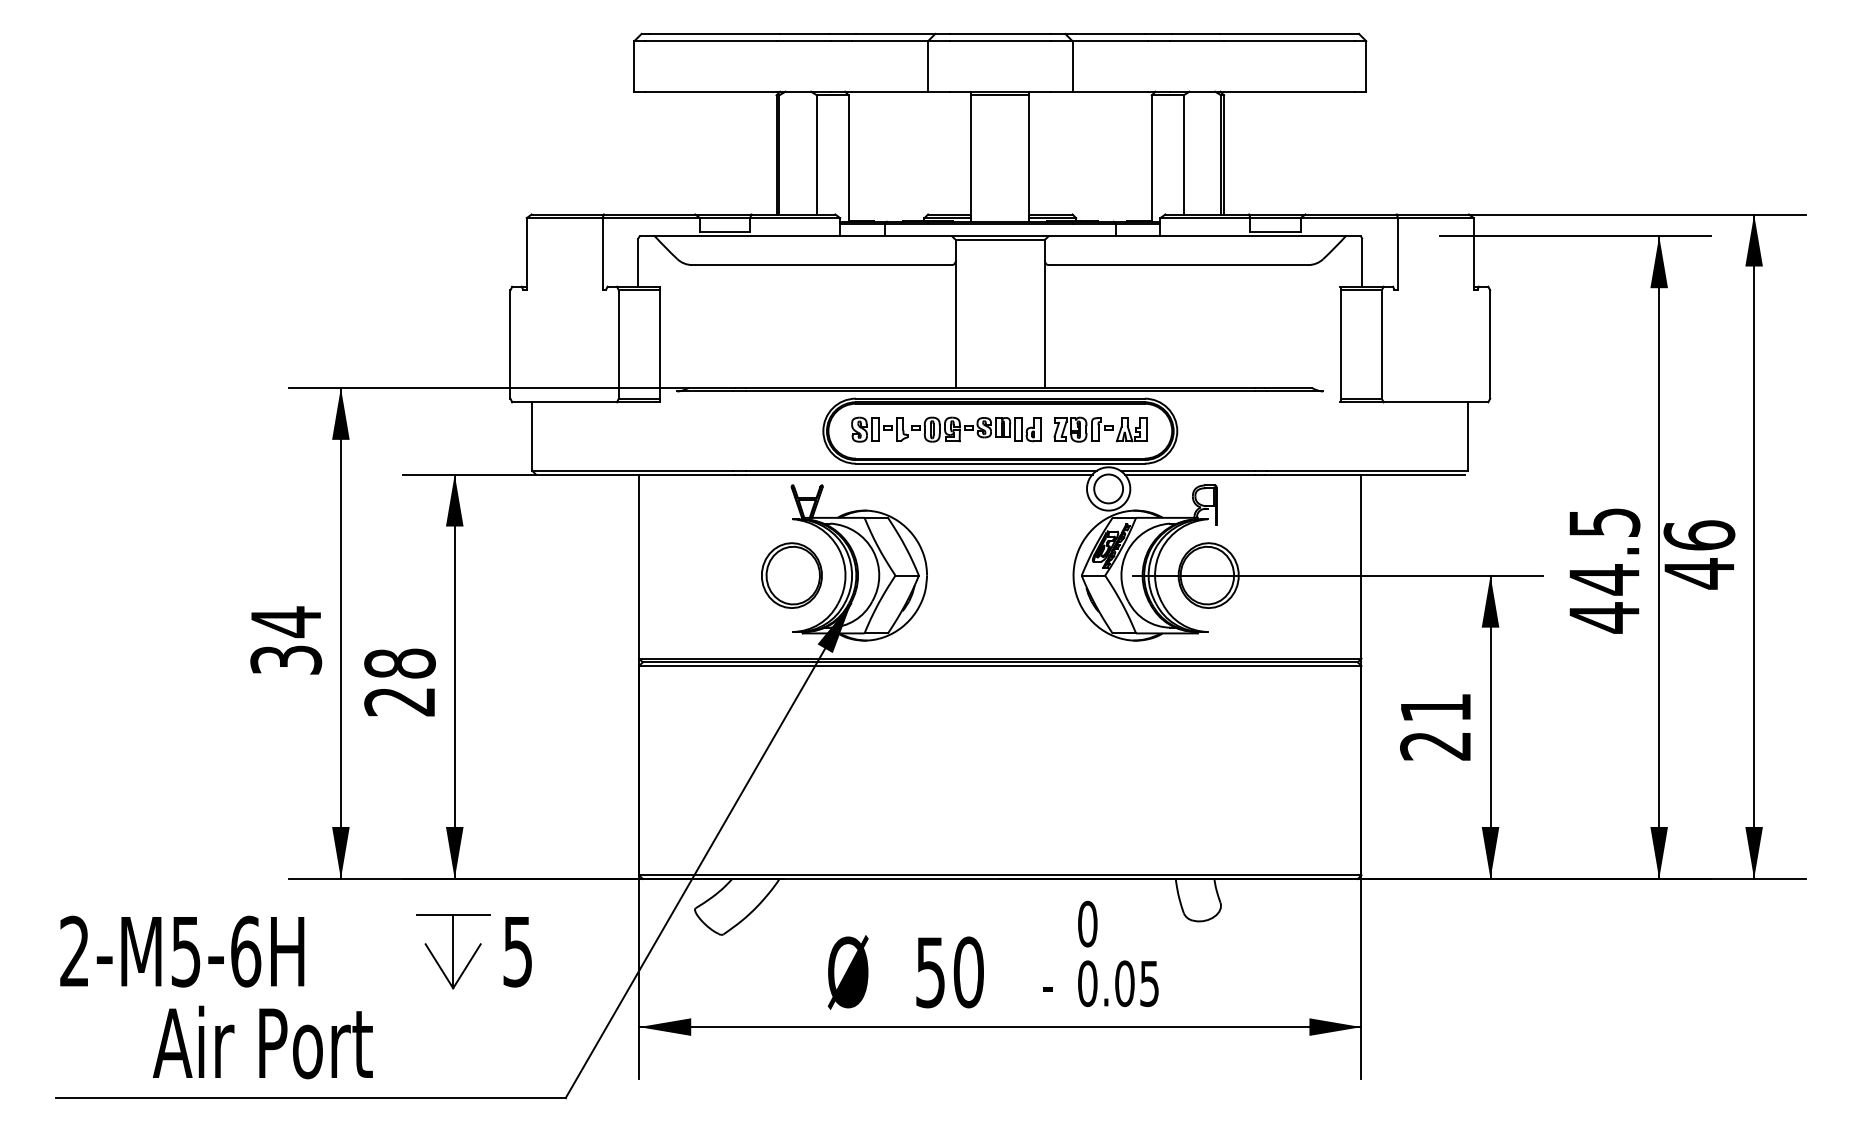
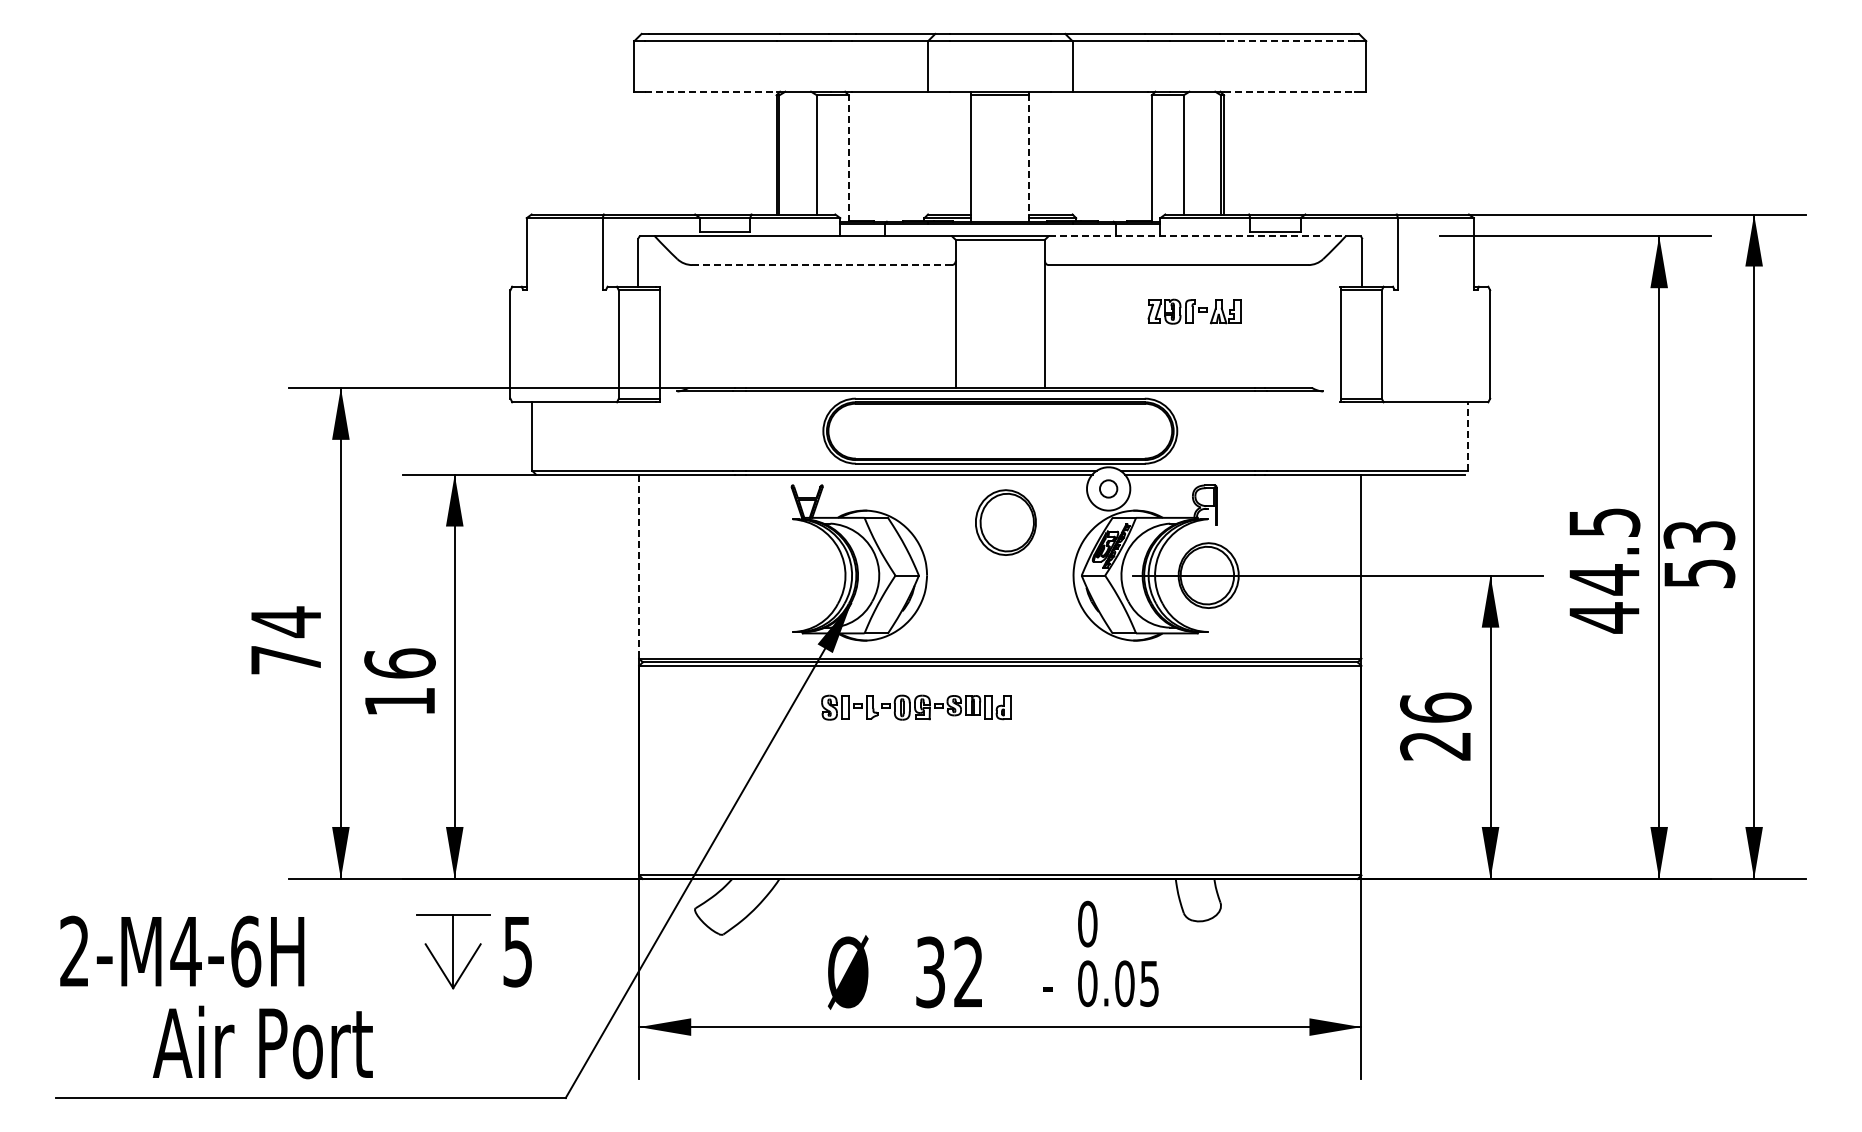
line at (1289, 41): solid -> dashed
line at (710, 91): solid -> dashed
line at (1289, 91): solid -> dashed
line at (848, 158): solid -> dashed
line at (1029, 158): solid -> dashed
line at (1197, 236): solid -> dashed
line at (822, 265): solid -> dashed
part at (946, 429) position: (946, 429) -> (916, 707)
part at (1100, 429) position: (1100, 429) -> (1194, 311)
line at (1468, 436): solid -> dashed
circle at (1108, 488) diameter: 29 px -> 17 px
text at (1699, 554): 46 -> 53
line at (639, 567): solid -> dashed
part at (791, 575) position: (791, 575) -> (1005, 522)
text at (286, 659): 34 -> 74
text at (399, 682): 28 -> 16
text at (1435, 707): 21 -> 26
text at (185, 952): 2-M5-6H -> 2-M4-6H
text at (949, 972): 50 -> 32
